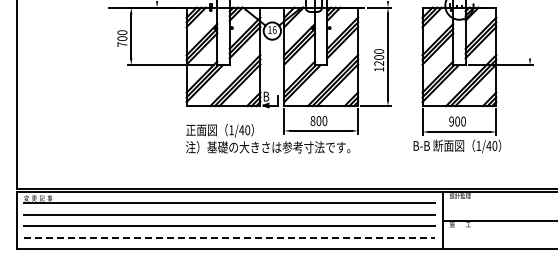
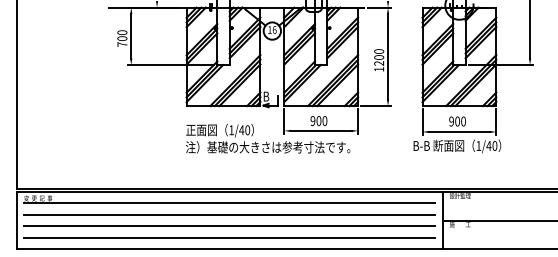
line at (530, 30): none -> present
text at (312, 120): 800 -> 900
line at (229, 237): dashed -> solid
